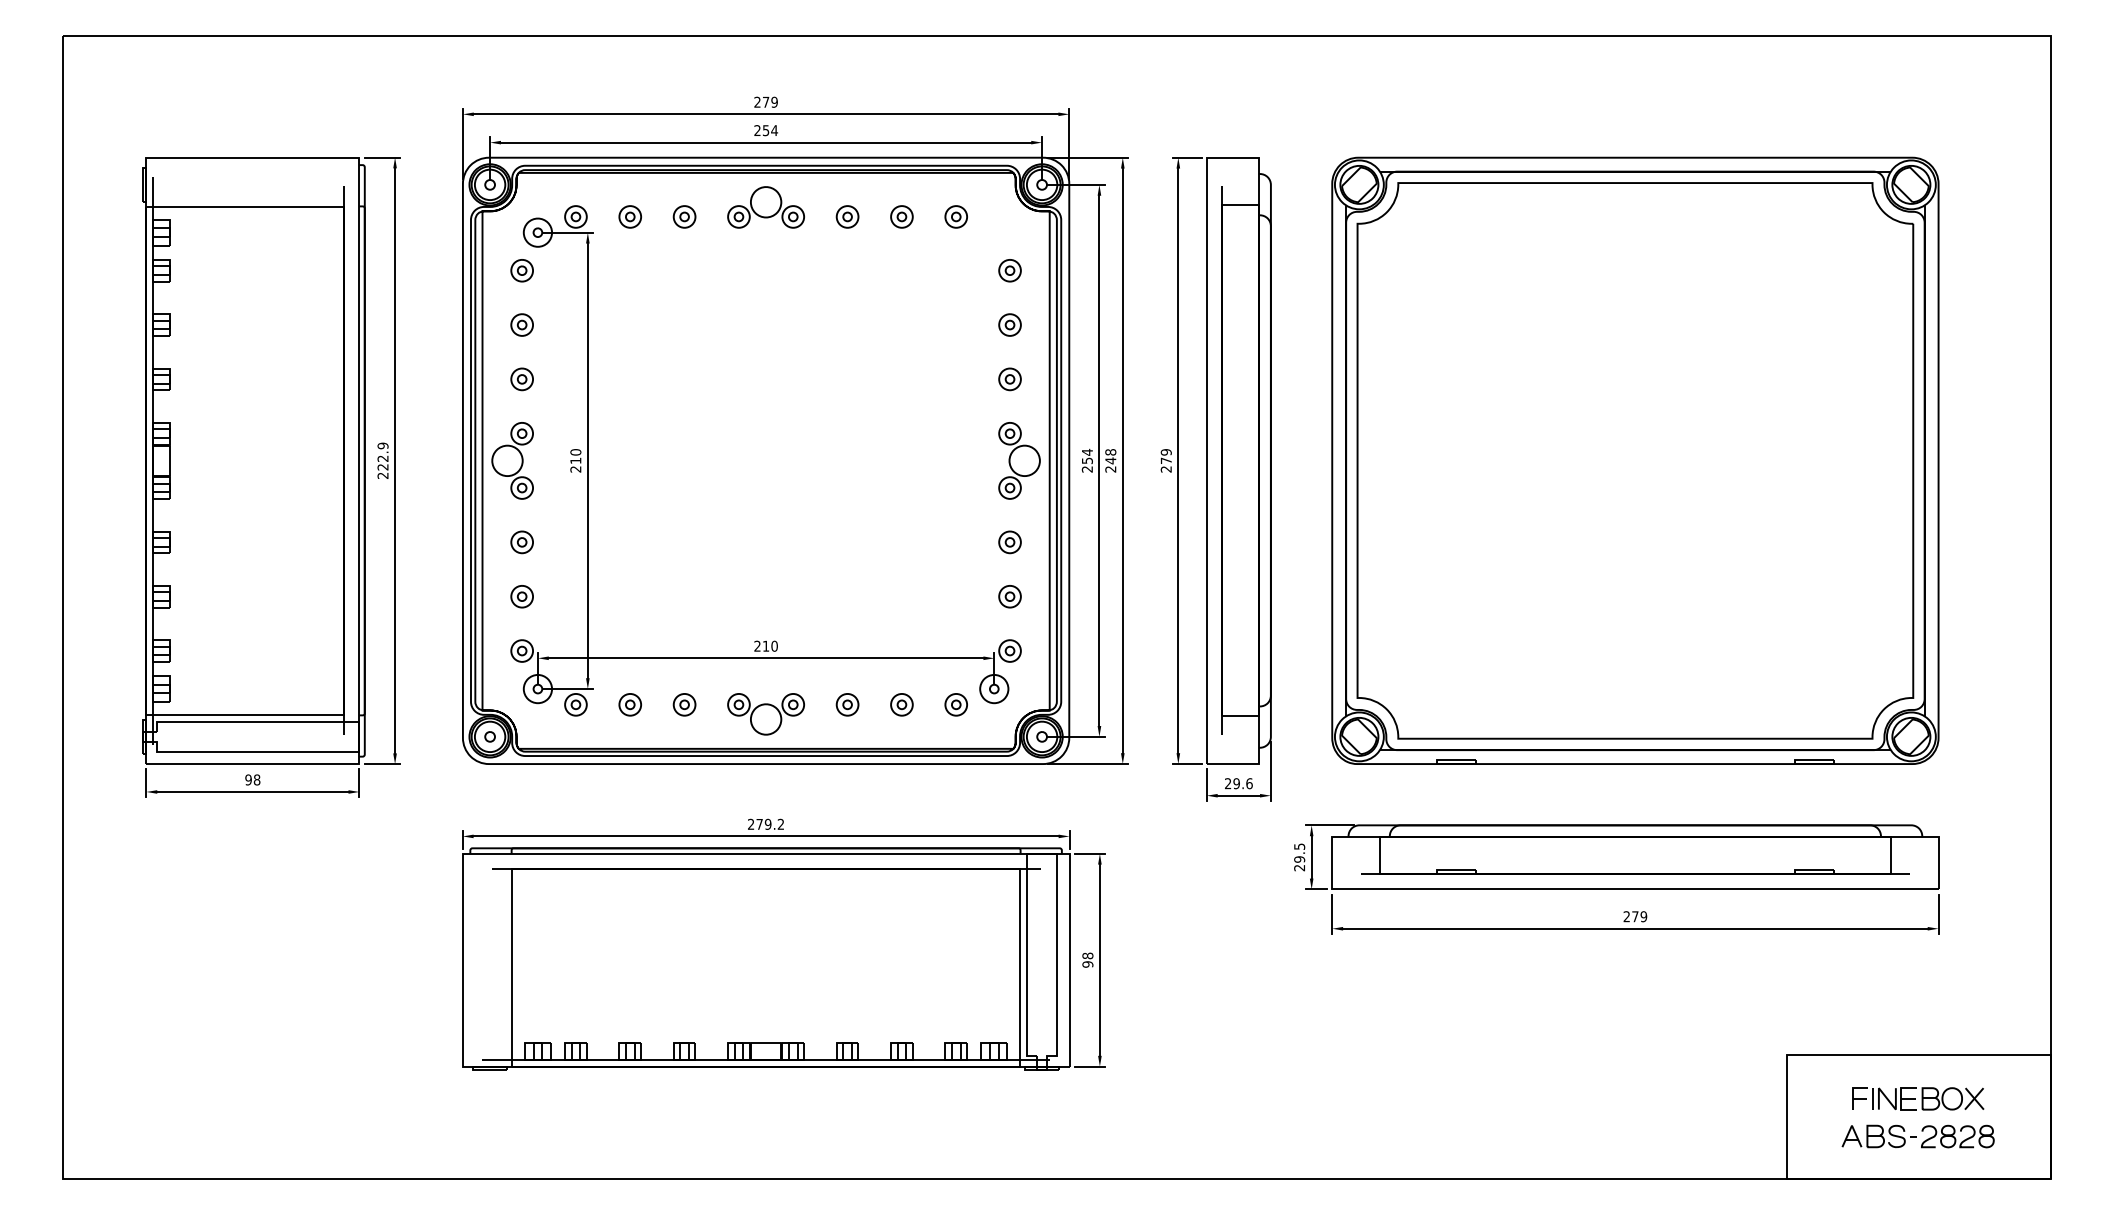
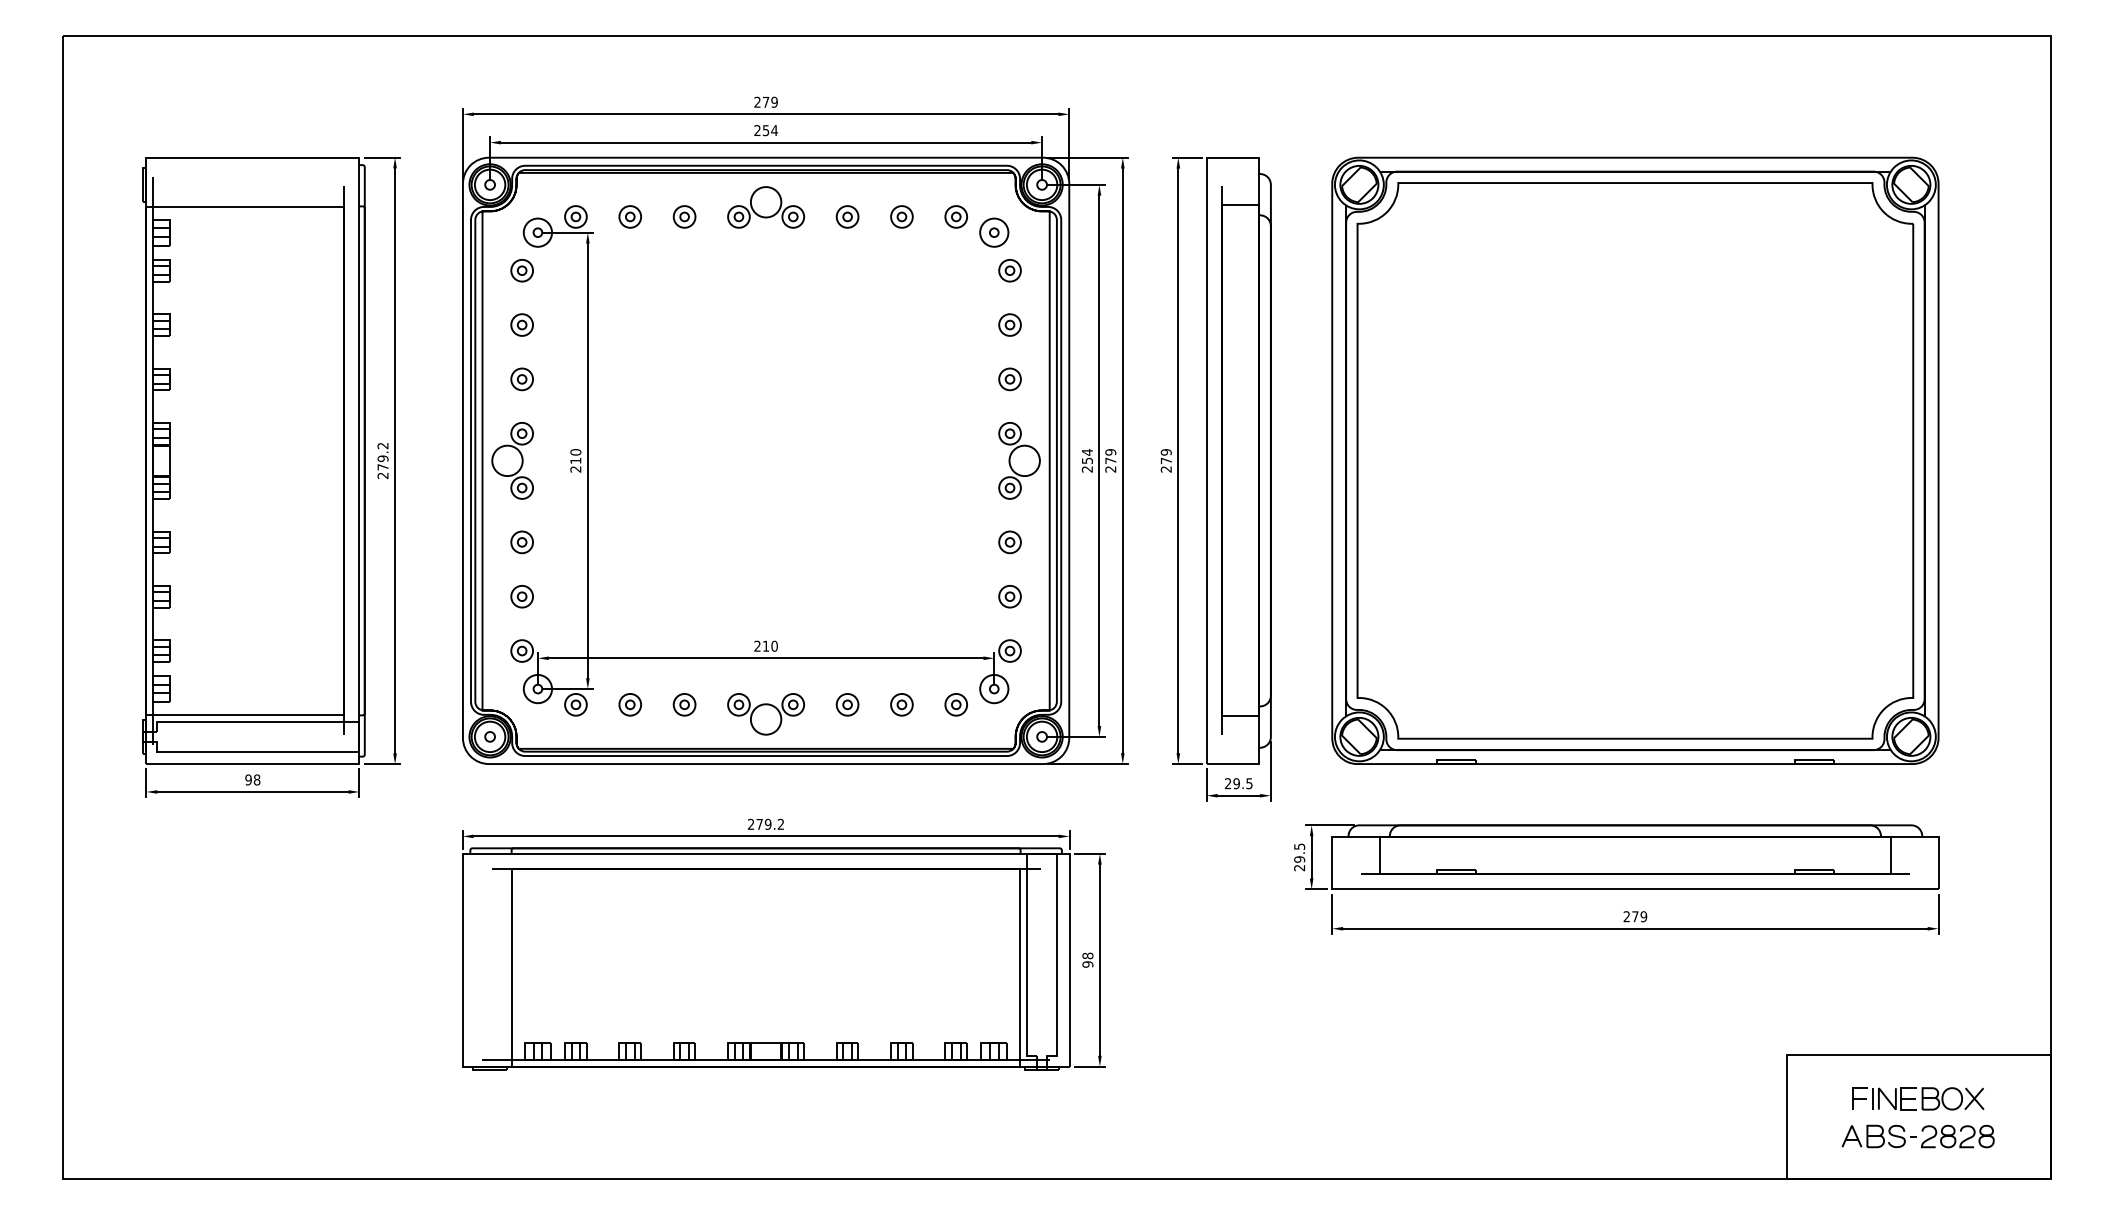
part at (994, 232): none -> present
text at (382, 456): 222.9 -> 279.2
text at (1110, 456): 248 -> 279
text at (1249, 783): 29.6 -> 29.5
